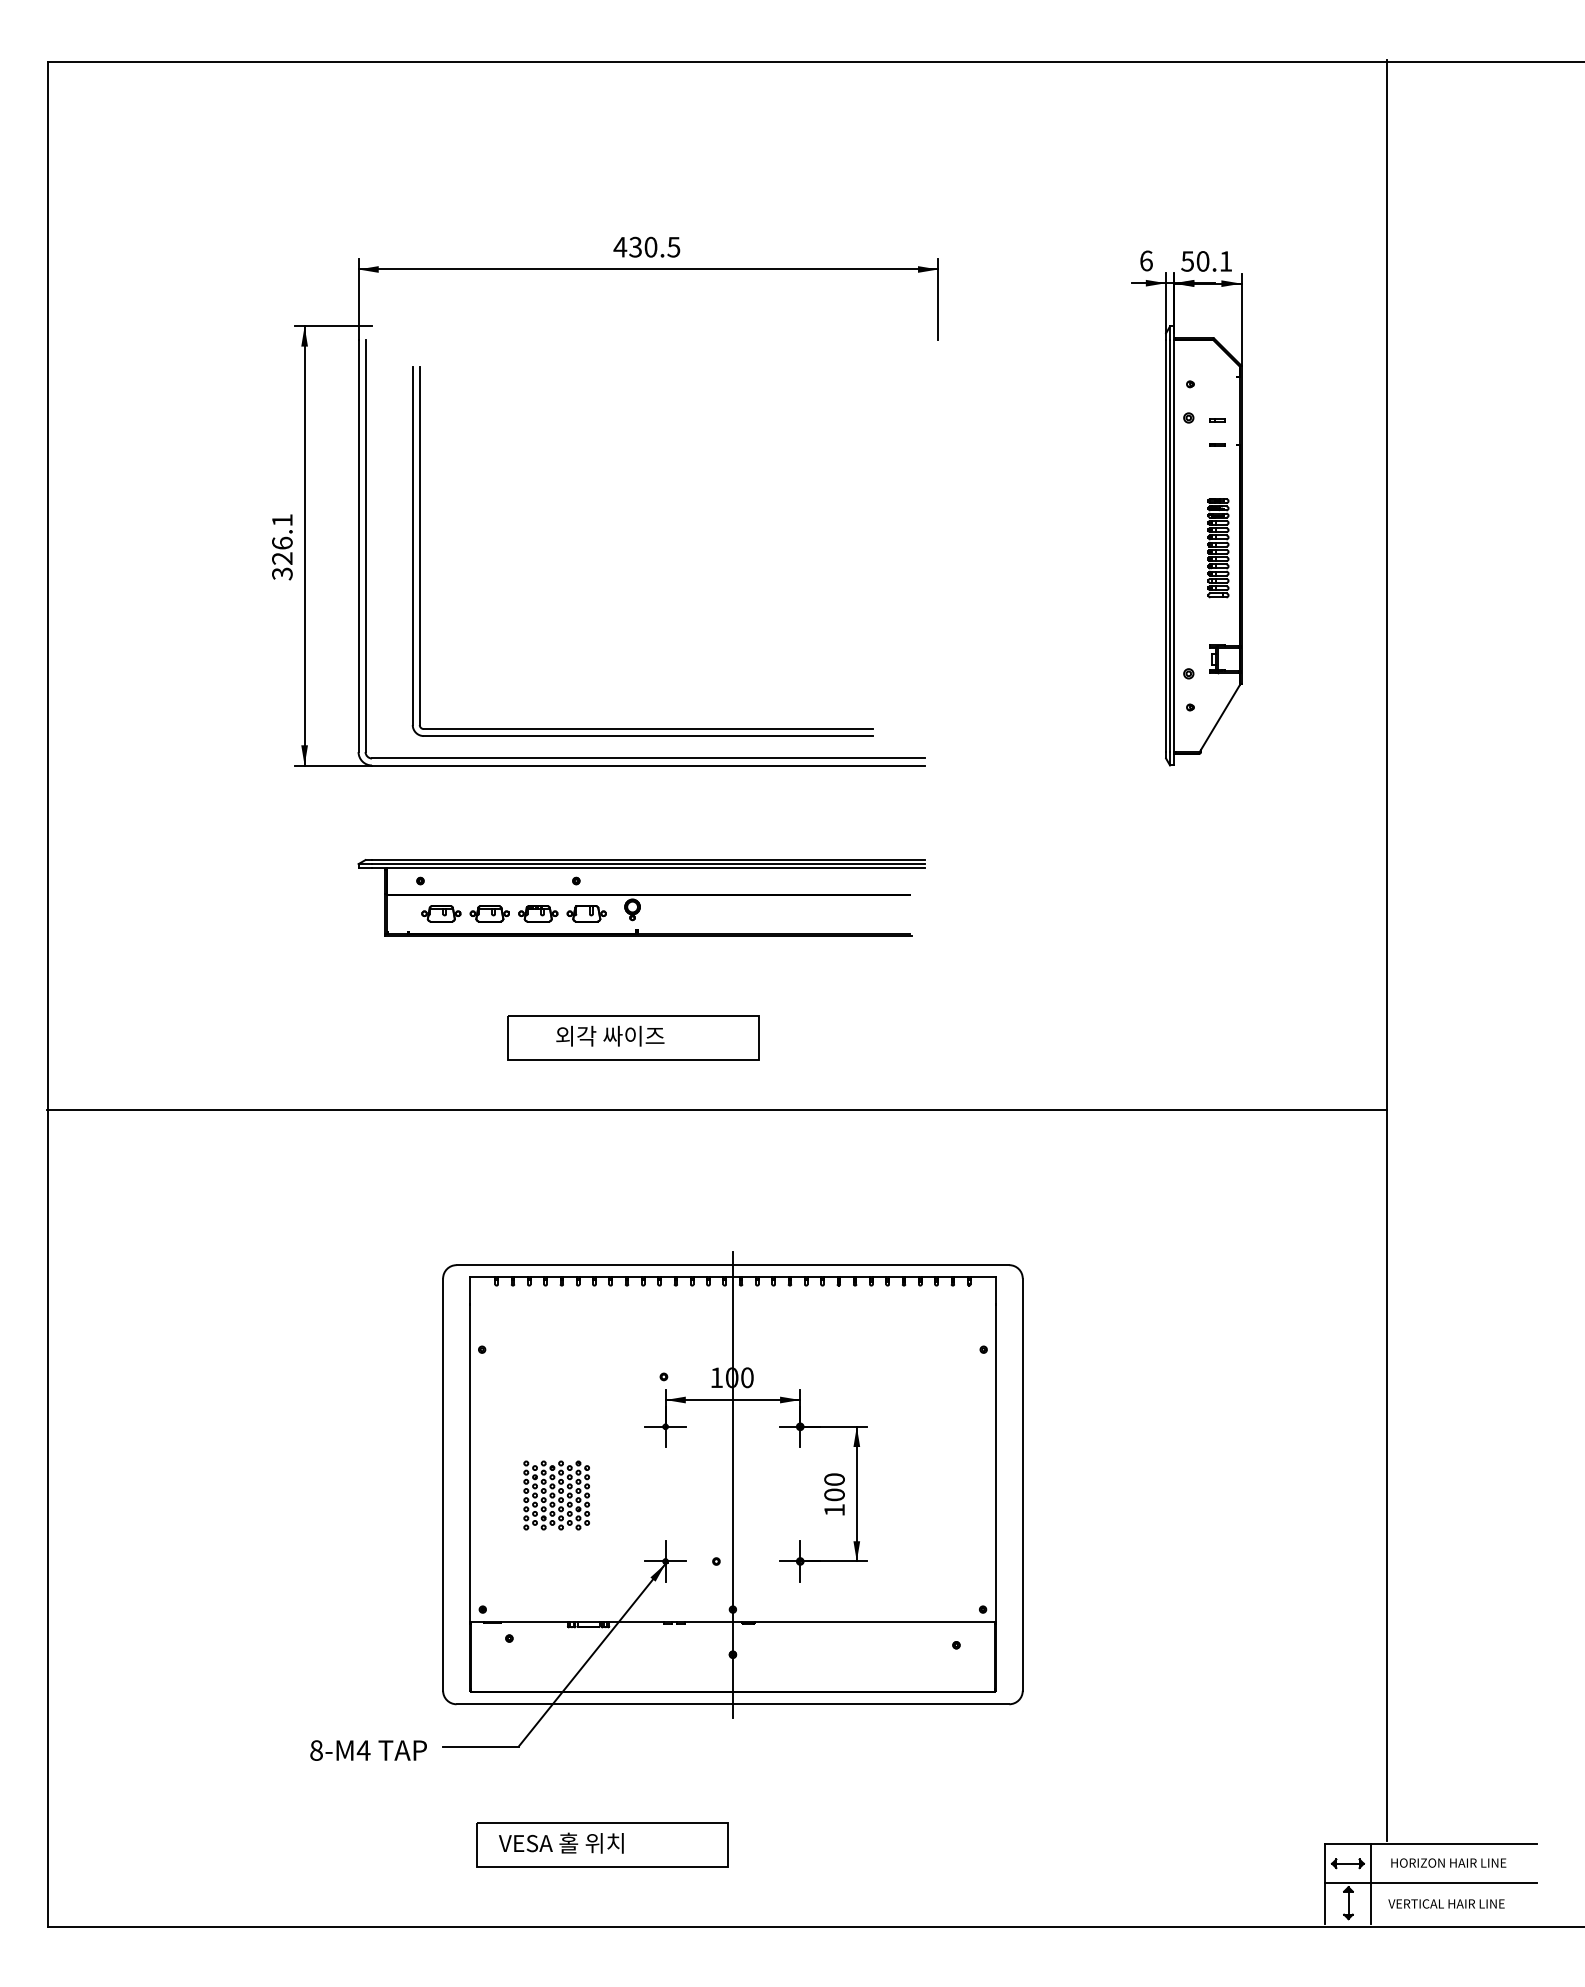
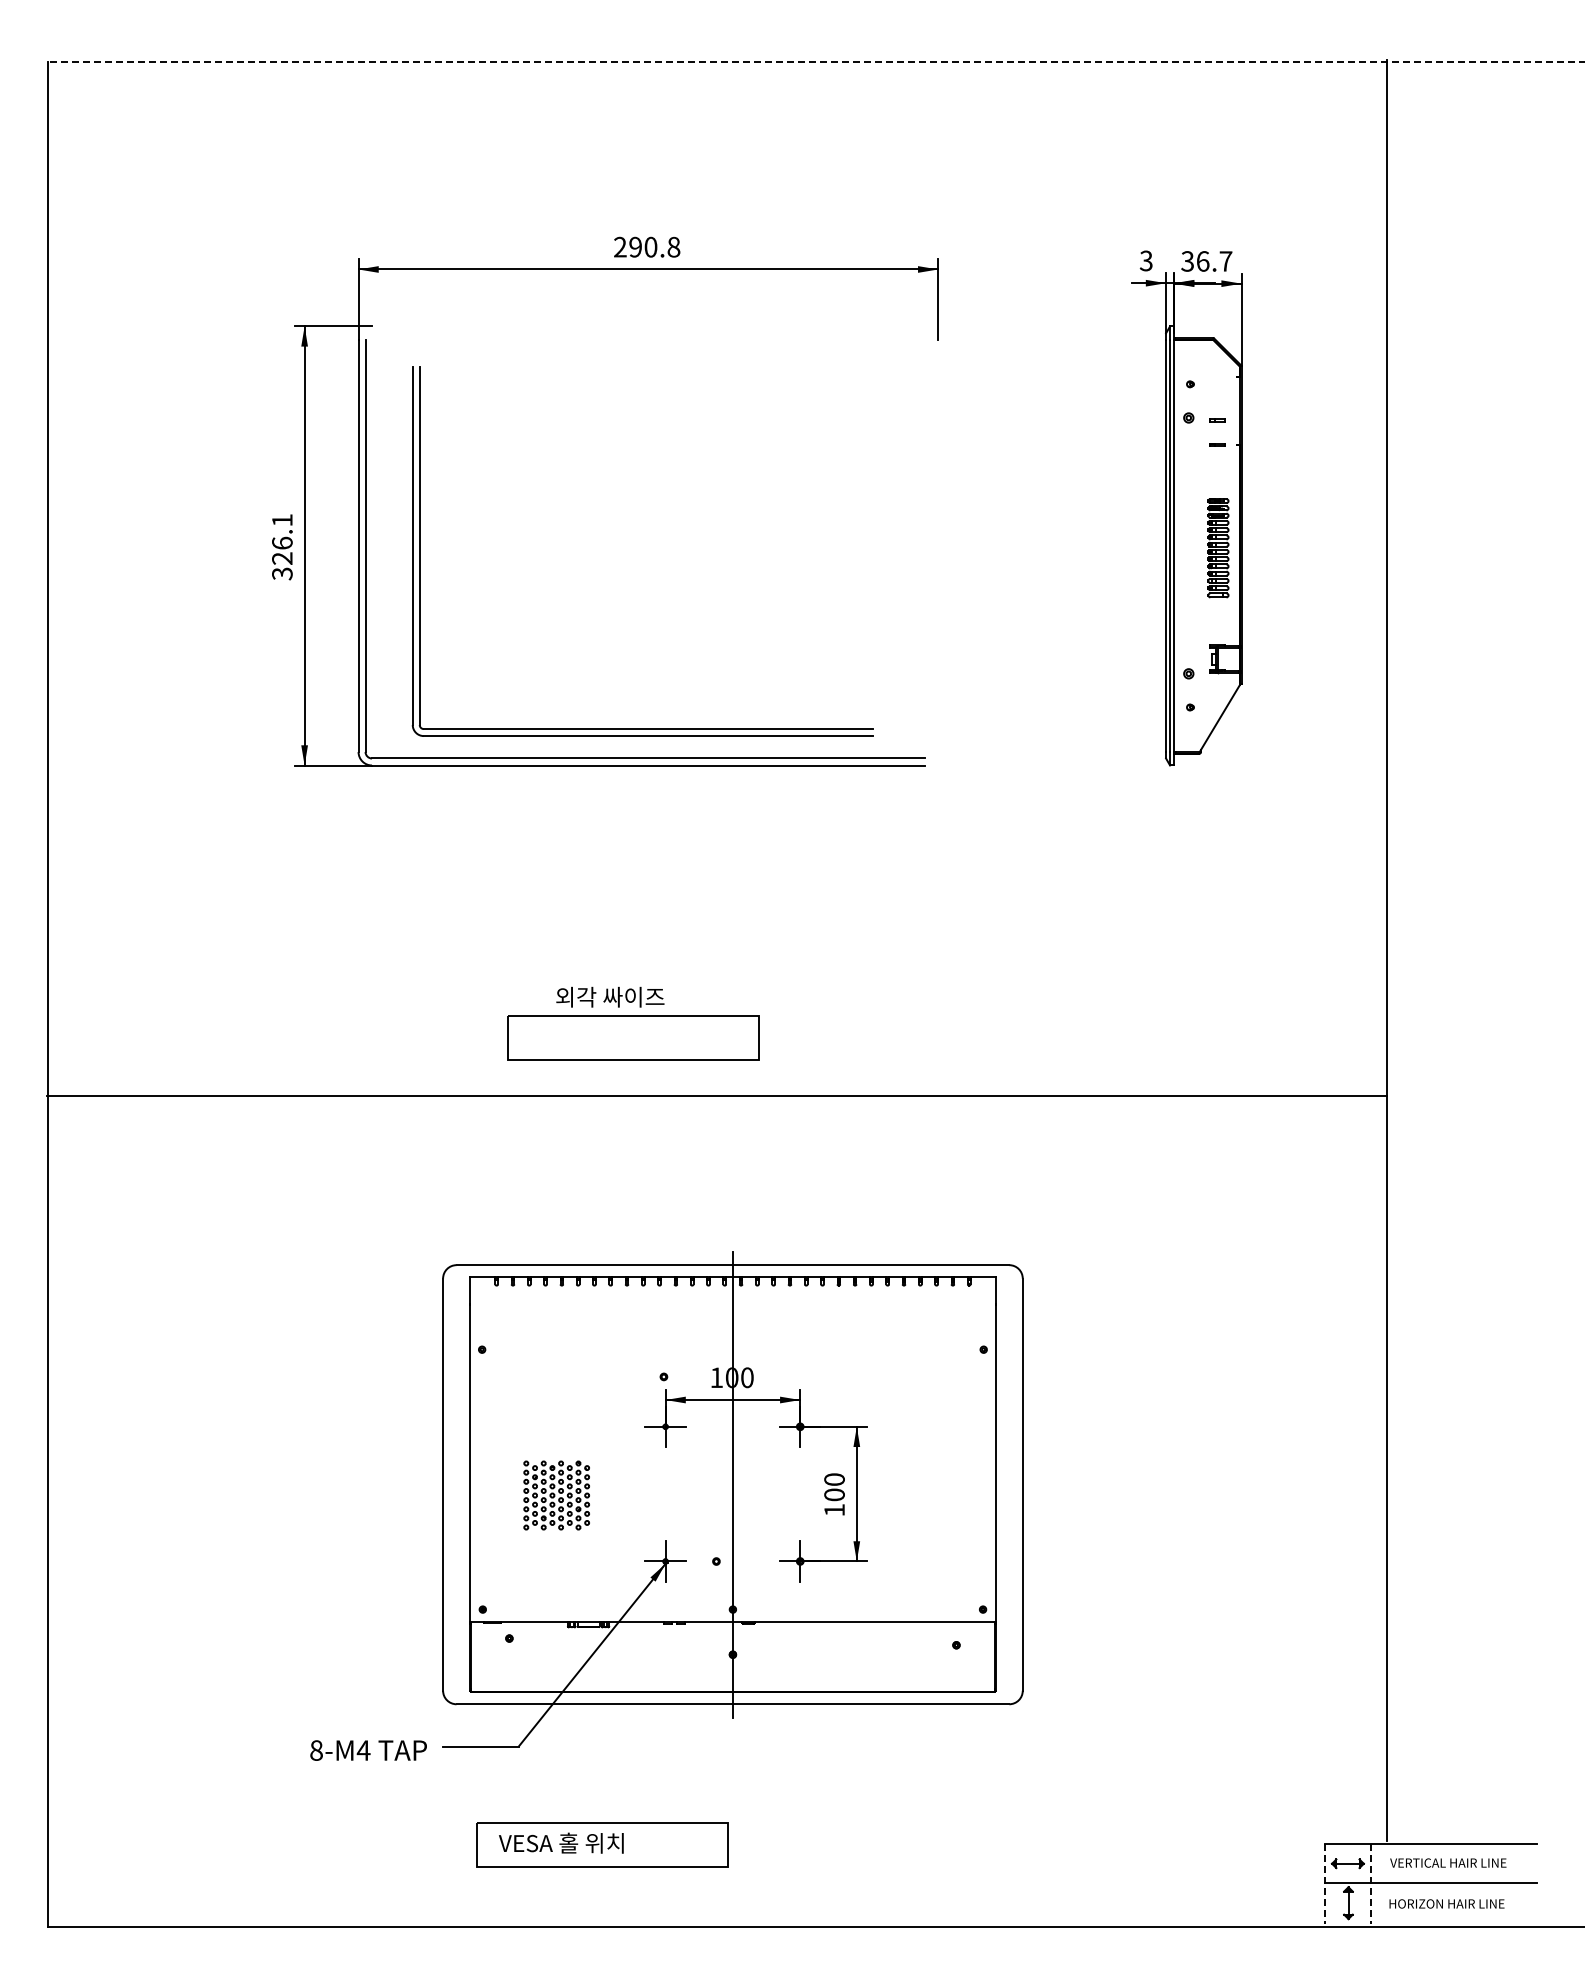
line at (815, 62): solid -> dashed
text at (646, 246): 430.5 -> 290.8
text at (1145, 260): 6 -> 3
text at (1207, 261): 50.1 -> 36.7
part at (641, 897): present -> none
text at (610, 1035) position: (610, 1035) -> (610, 996)
line at (717, 1109) position: (717, 1109) -> (717, 1095)
text at (1448, 1862): HORIZON HAIR LINE -> VERTICAL HAIR LINE
line at (1325, 1883): solid -> dashed
line at (1370, 1883): solid -> dashed
text at (1446, 1903): VERTICAL HAIR LINE -> HORIZON HAIR LINE
